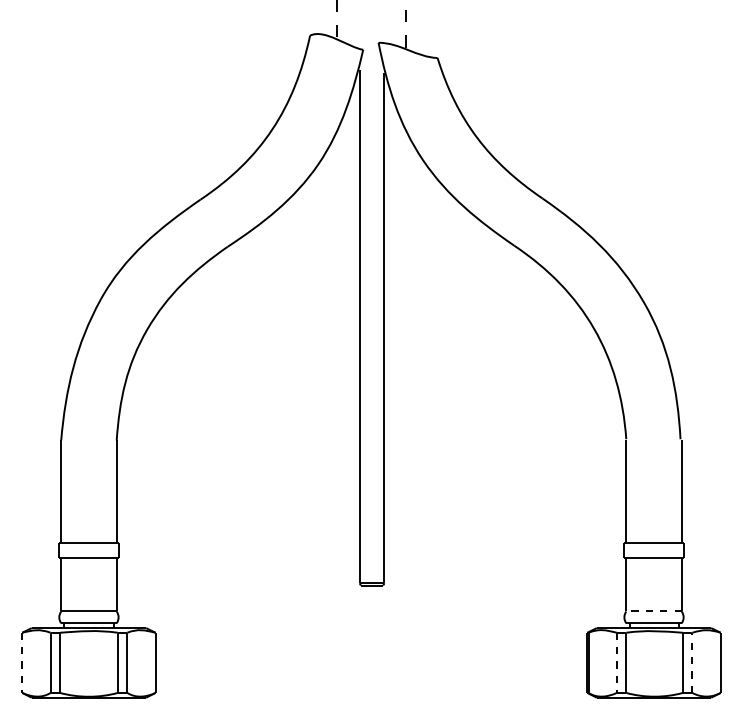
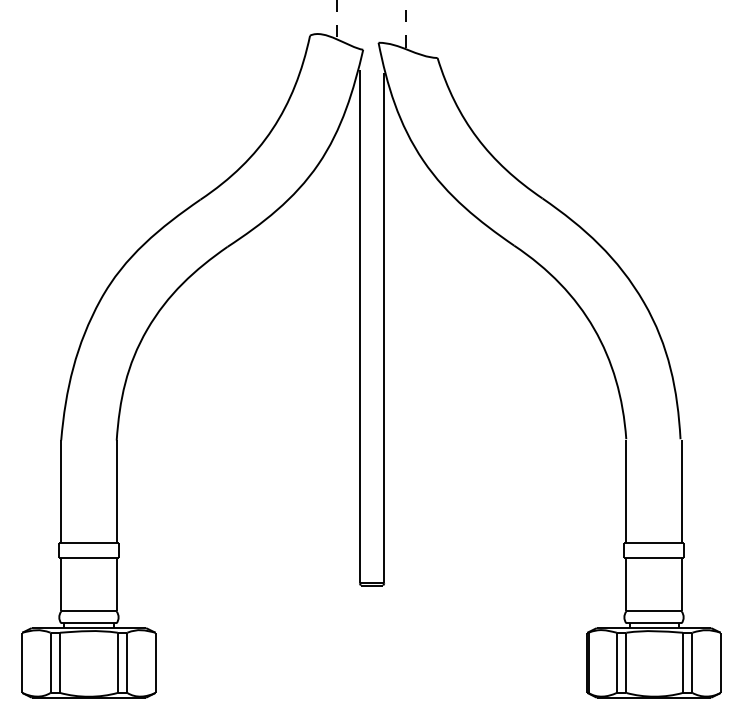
line at (654, 611): dashed -> solid
line at (692, 662): dashed -> solid
line at (22, 663): dashed -> solid
line at (616, 663): dashed -> solid
